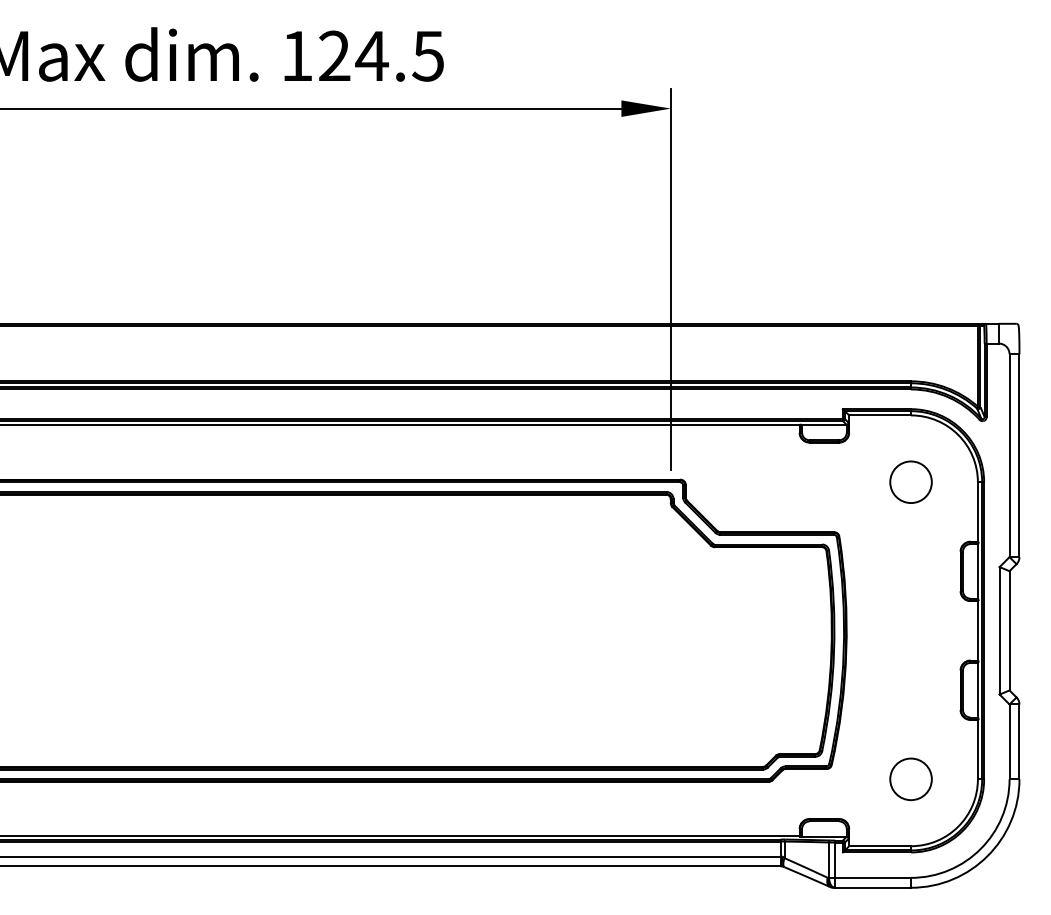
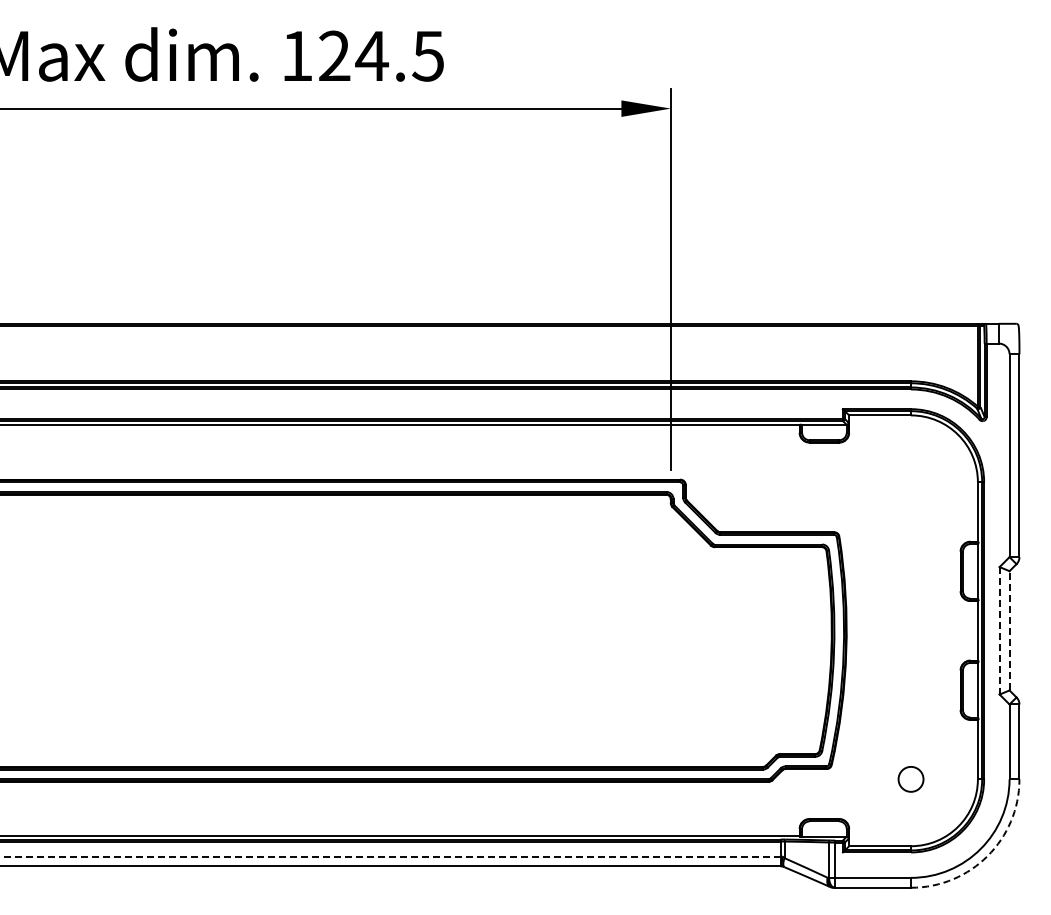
circle at (910, 481): present -> none
line at (999, 630): solid -> dashed
line at (1009, 630): solid -> dashed
circle at (910, 779) diameter: 42 px -> 25 px
line at (390, 856): solid -> dashed
arc at (987, 856): solid -> dashed
